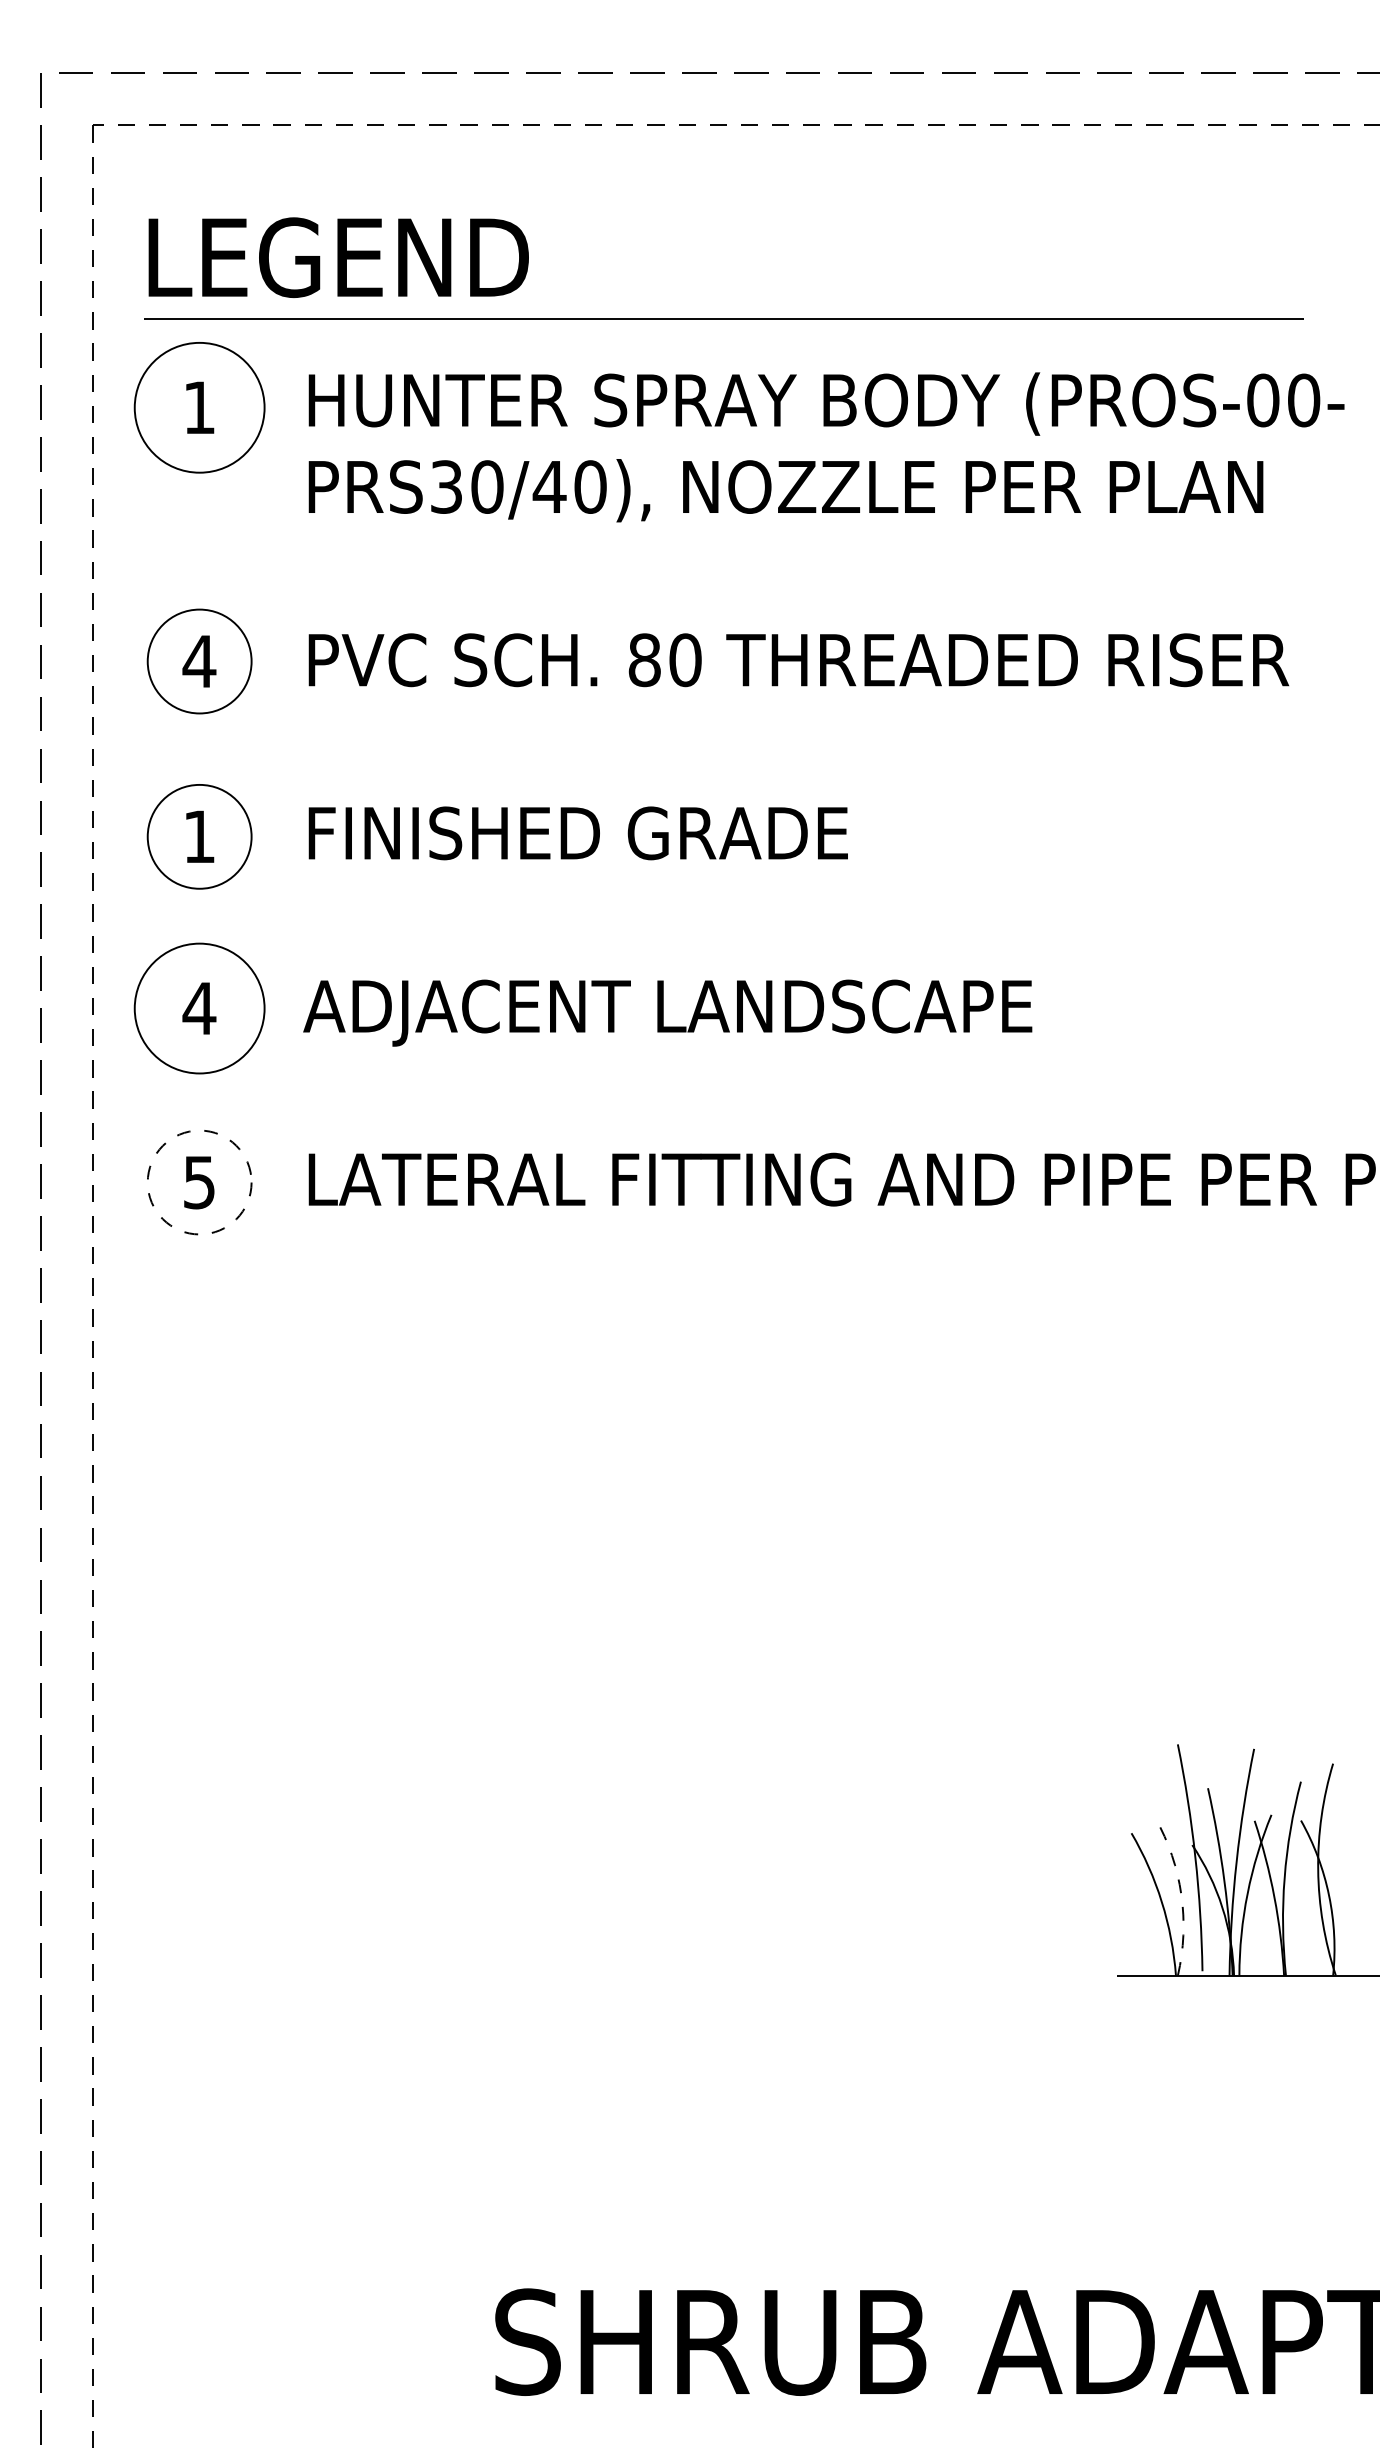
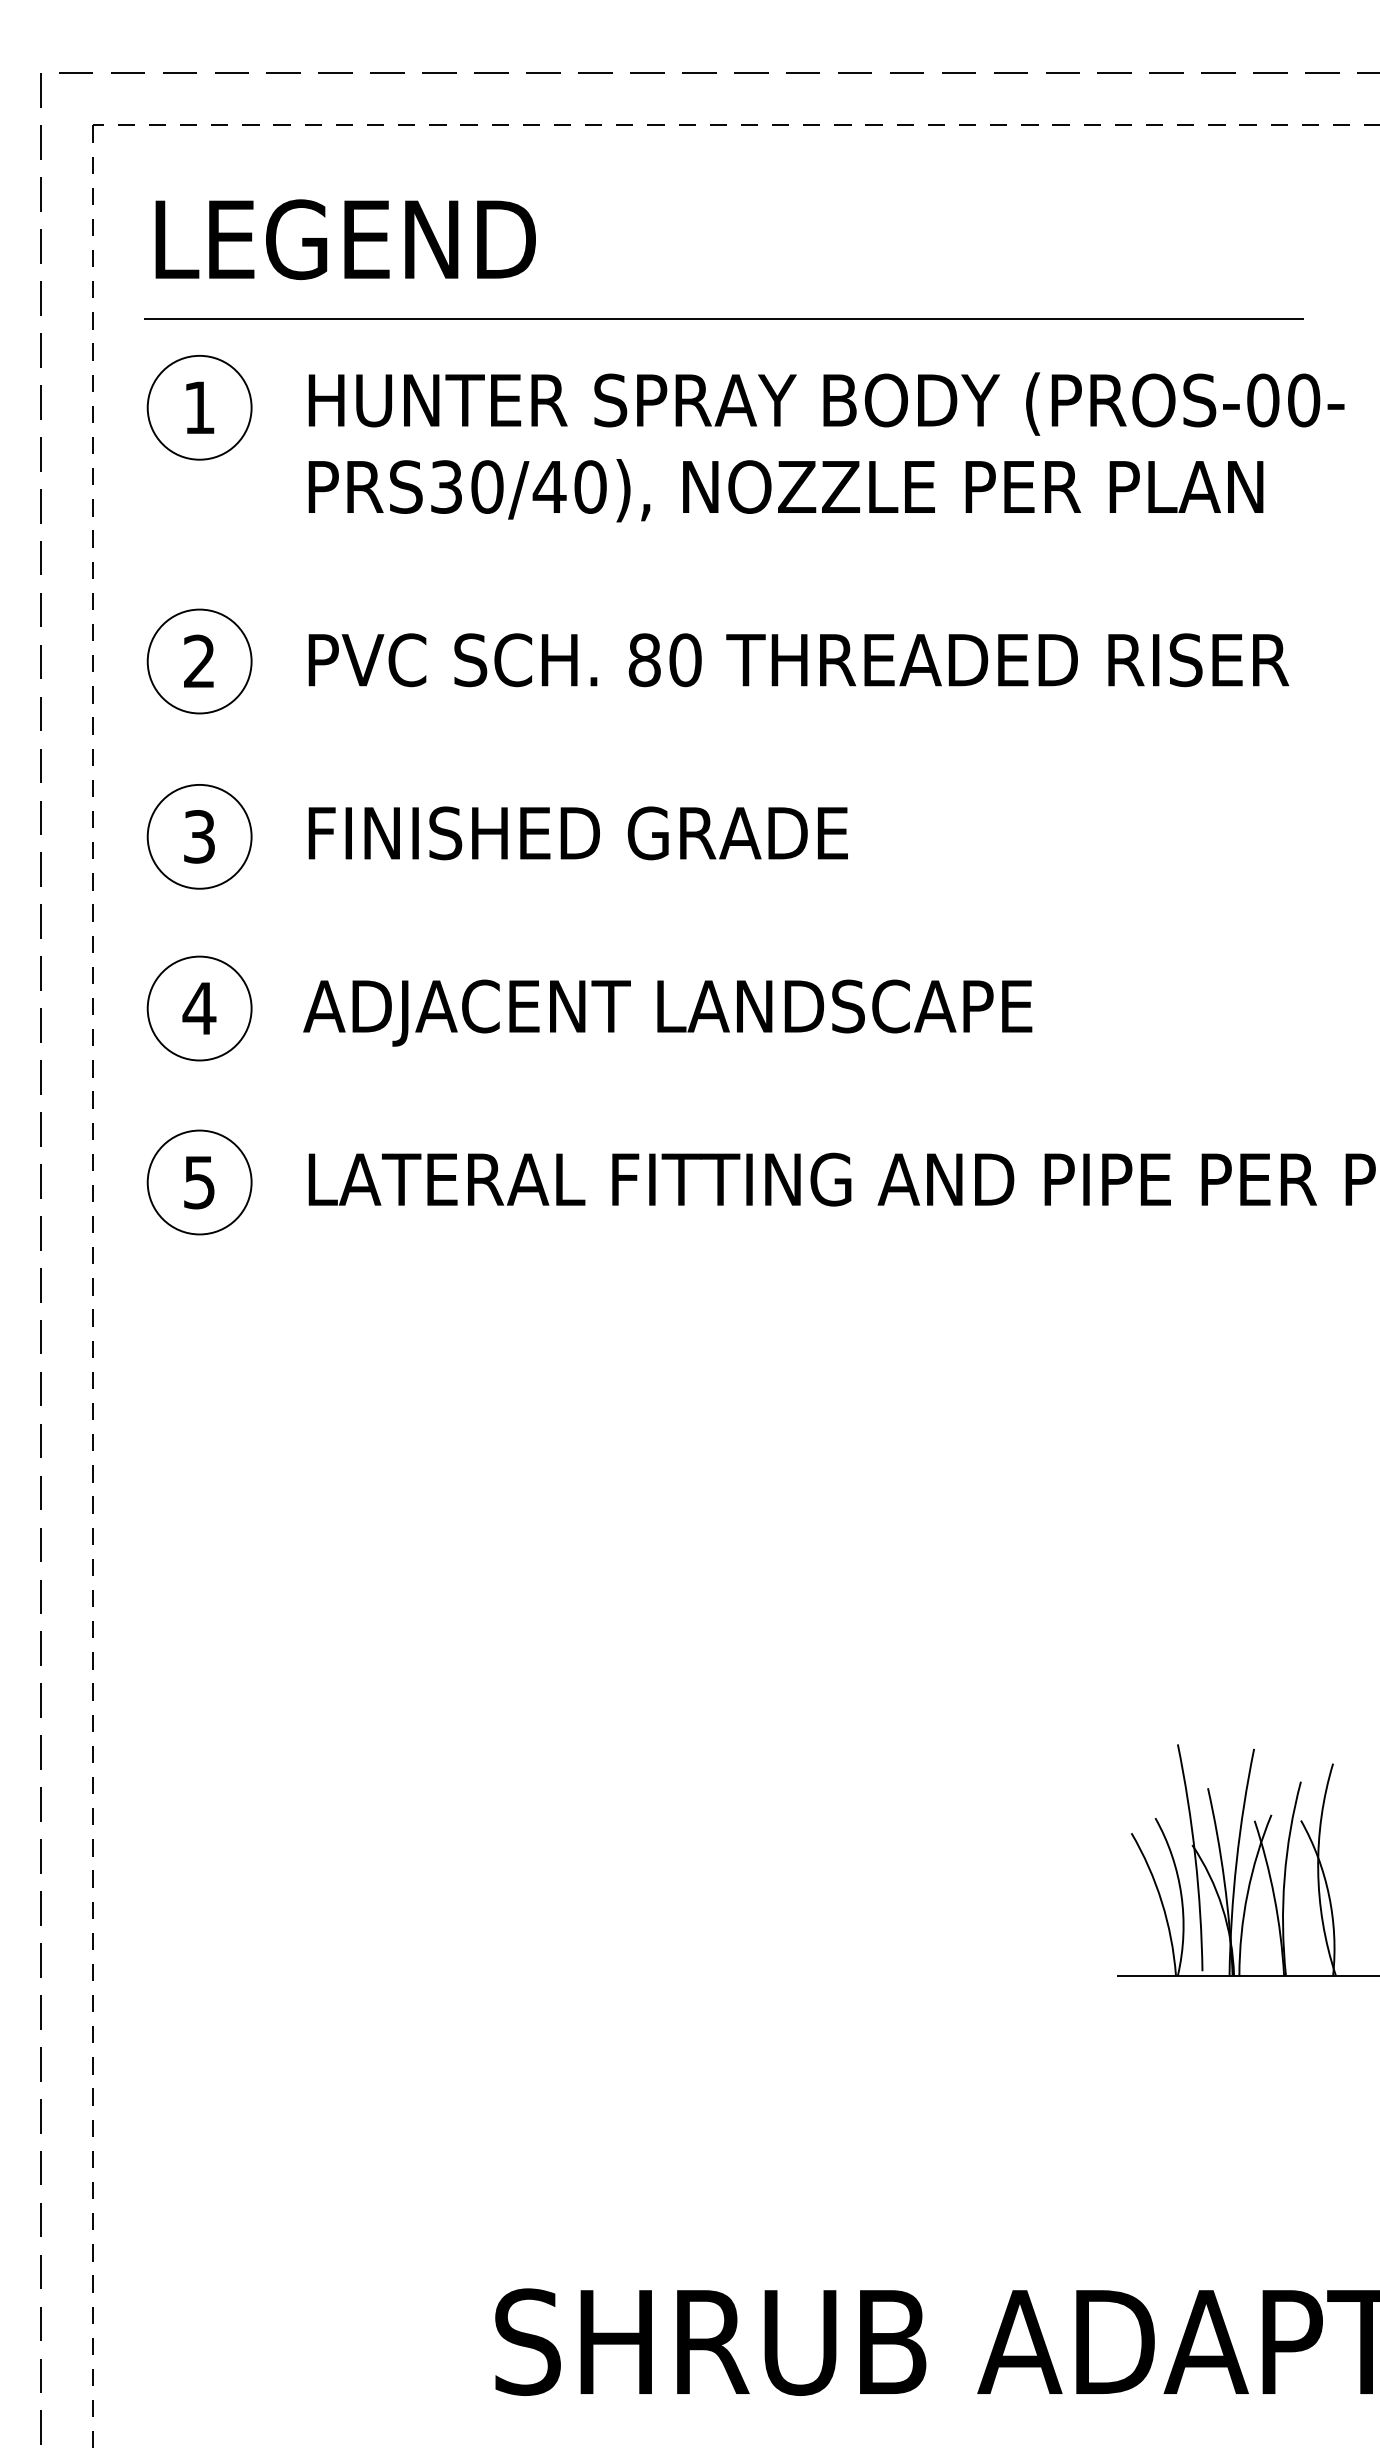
text at (338, 257) position: (338, 257) -> (345, 239)
circle at (199, 407) diameter: 130 px -> 104 px
text at (199, 660): 4 -> 2
text at (199, 836): 1 -> 3
circle at (199, 1008) diameter: 130 px -> 104 px
circle at (199, 1182): dashed -> solid
arc at (1181, 1894): dashed -> solid
